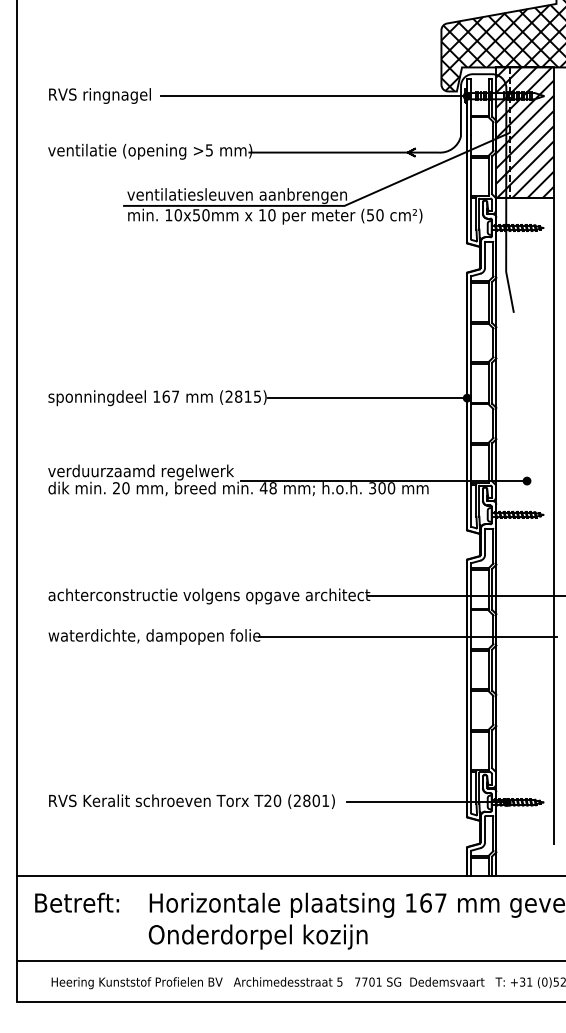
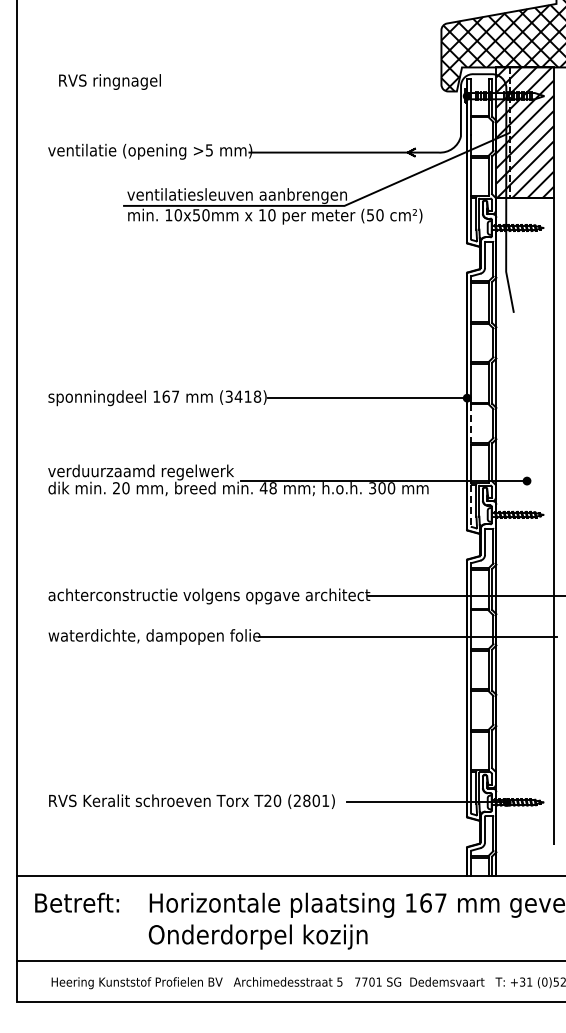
text at (99, 95) position: (99, 95) -> (109, 81)
line at (314, 96): present -> none
text at (243, 396): (2815) -> (3418)
line at (471, 424): solid -> dashed
line at (471, 505): solid -> dashed
